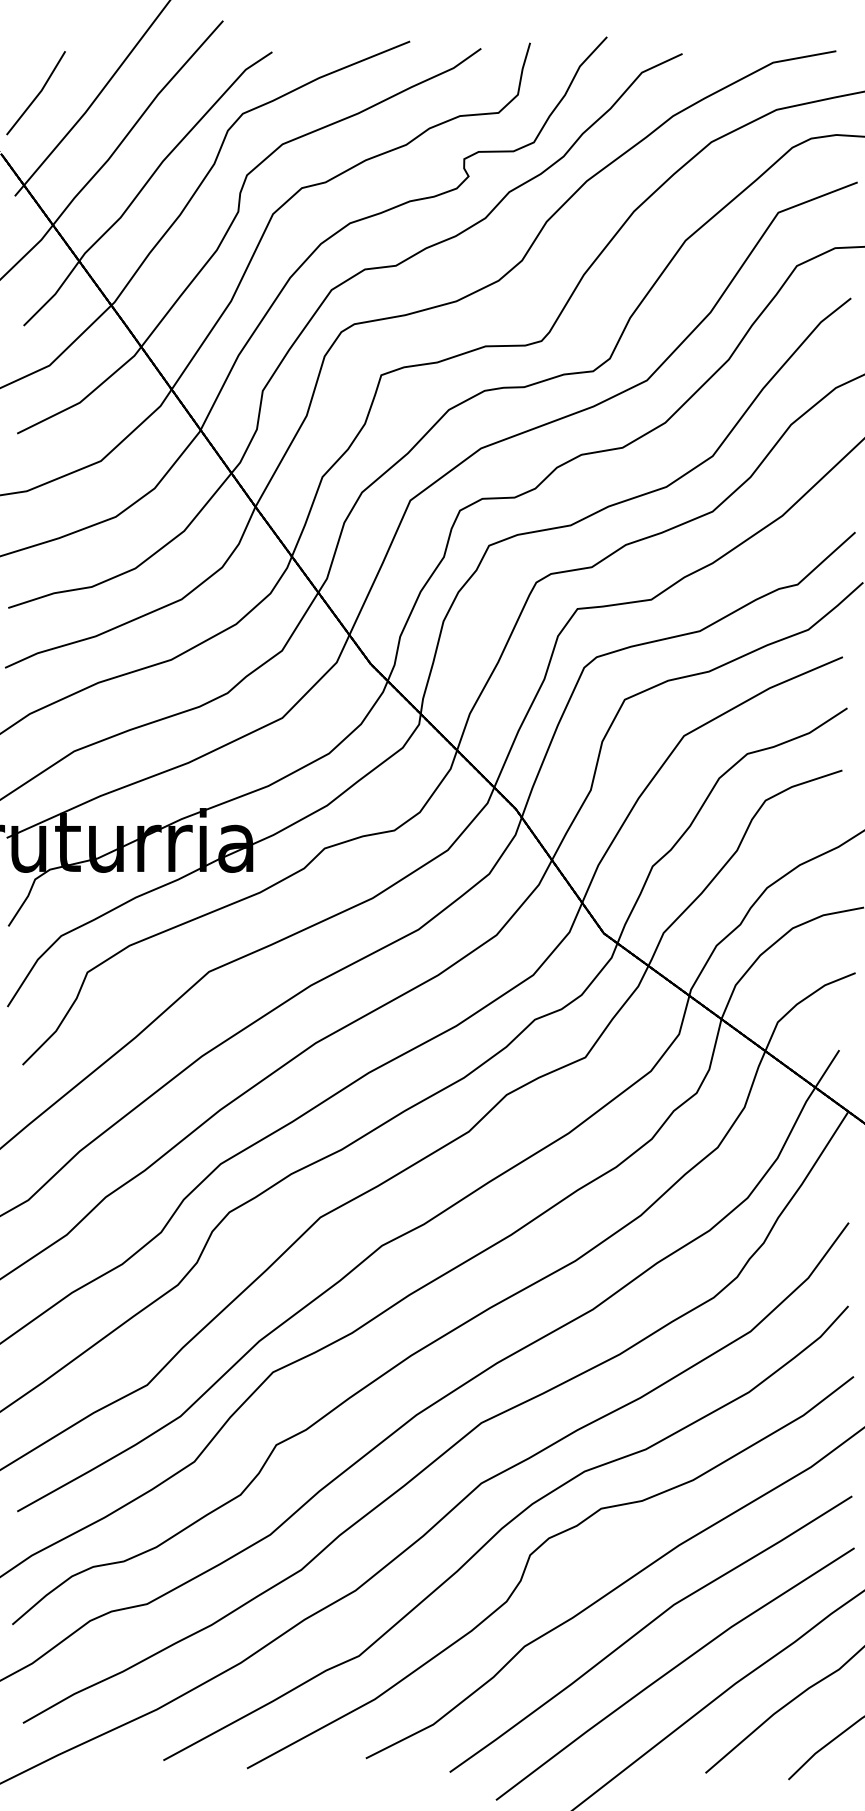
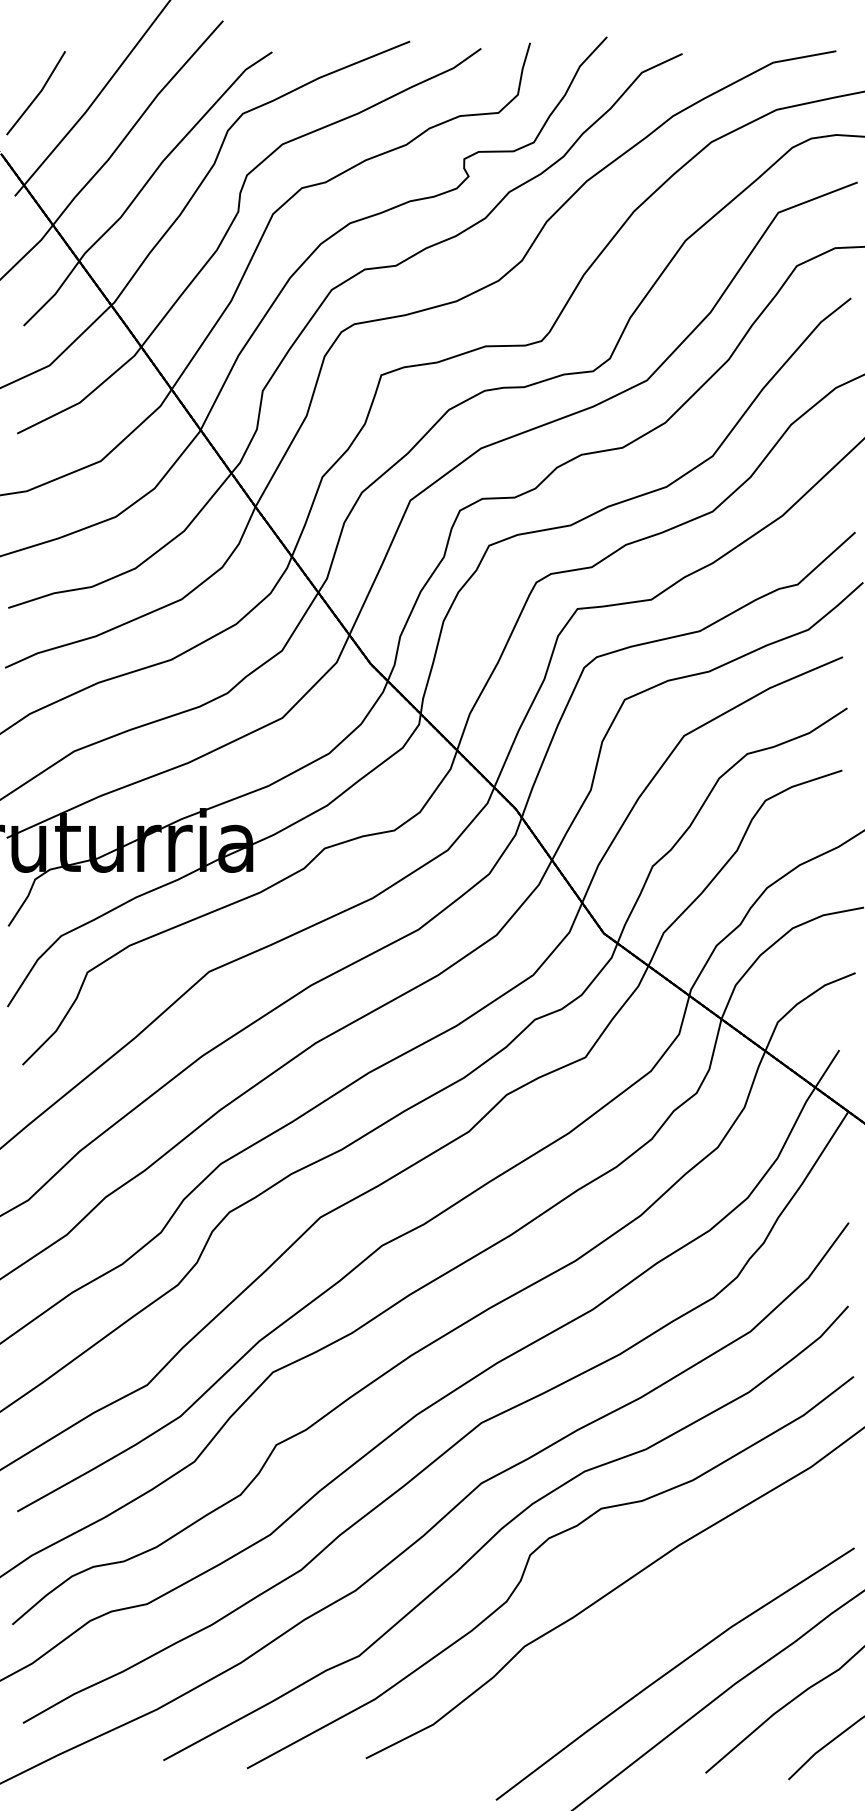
part at (645, 1628): present -> none
